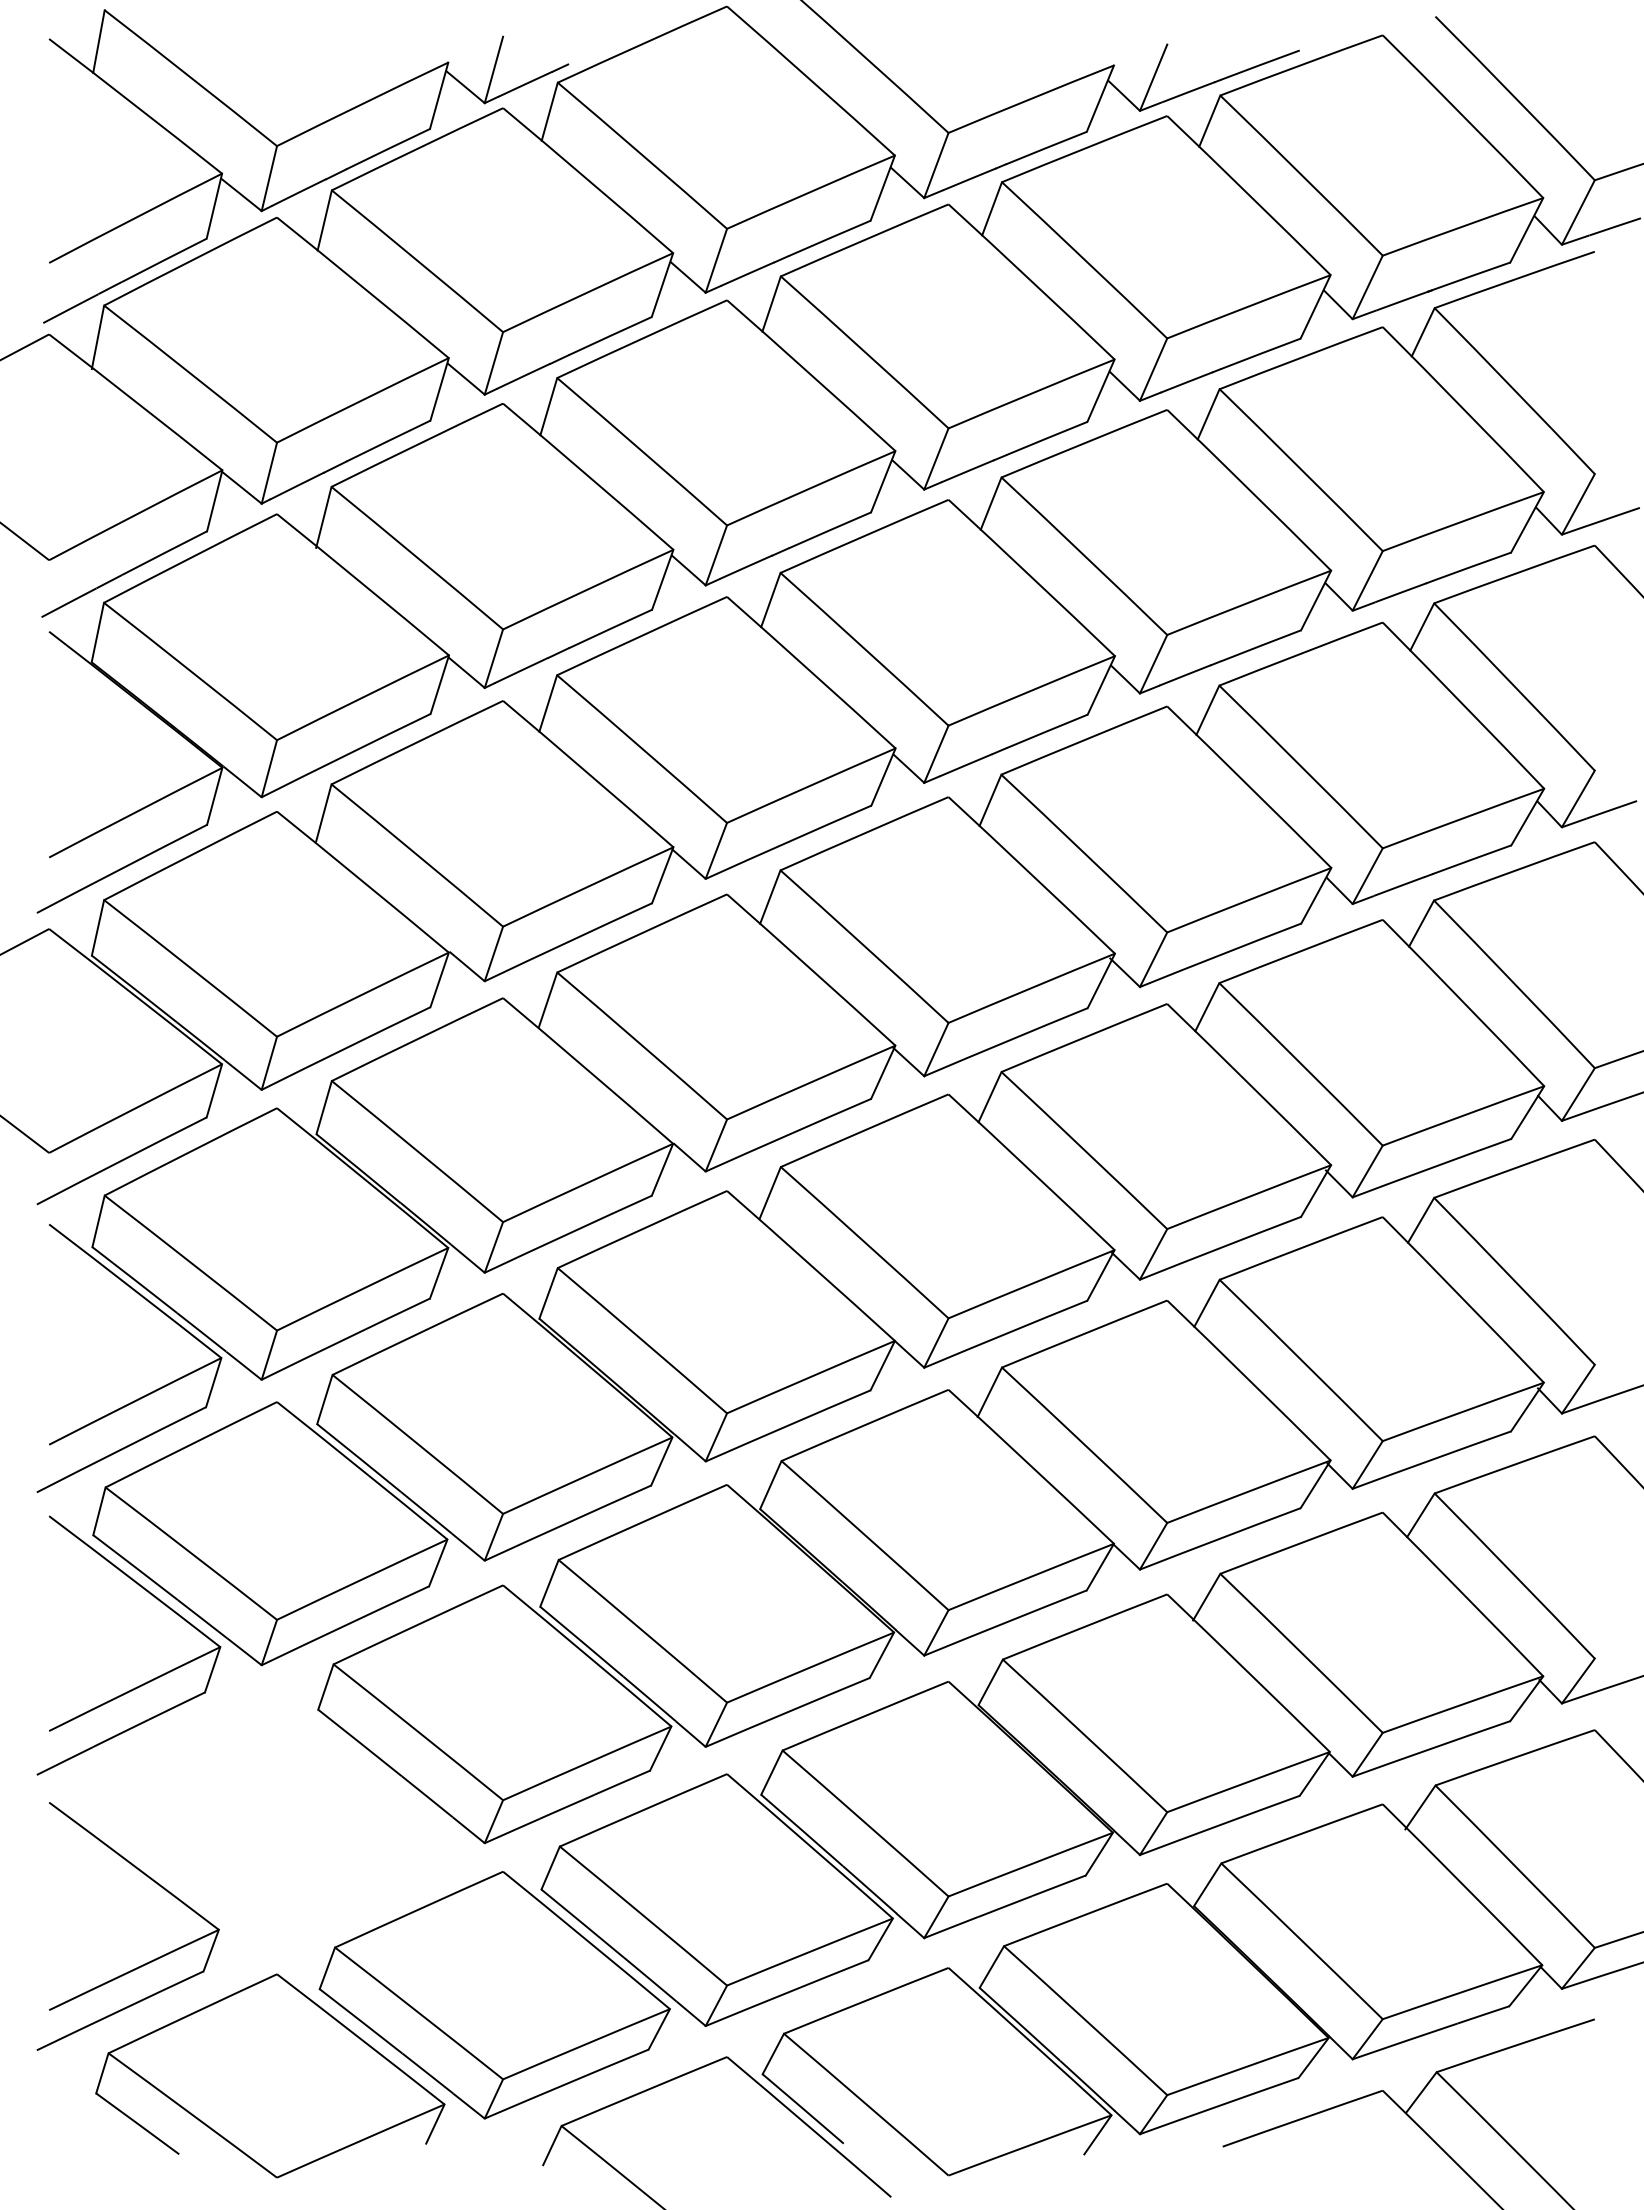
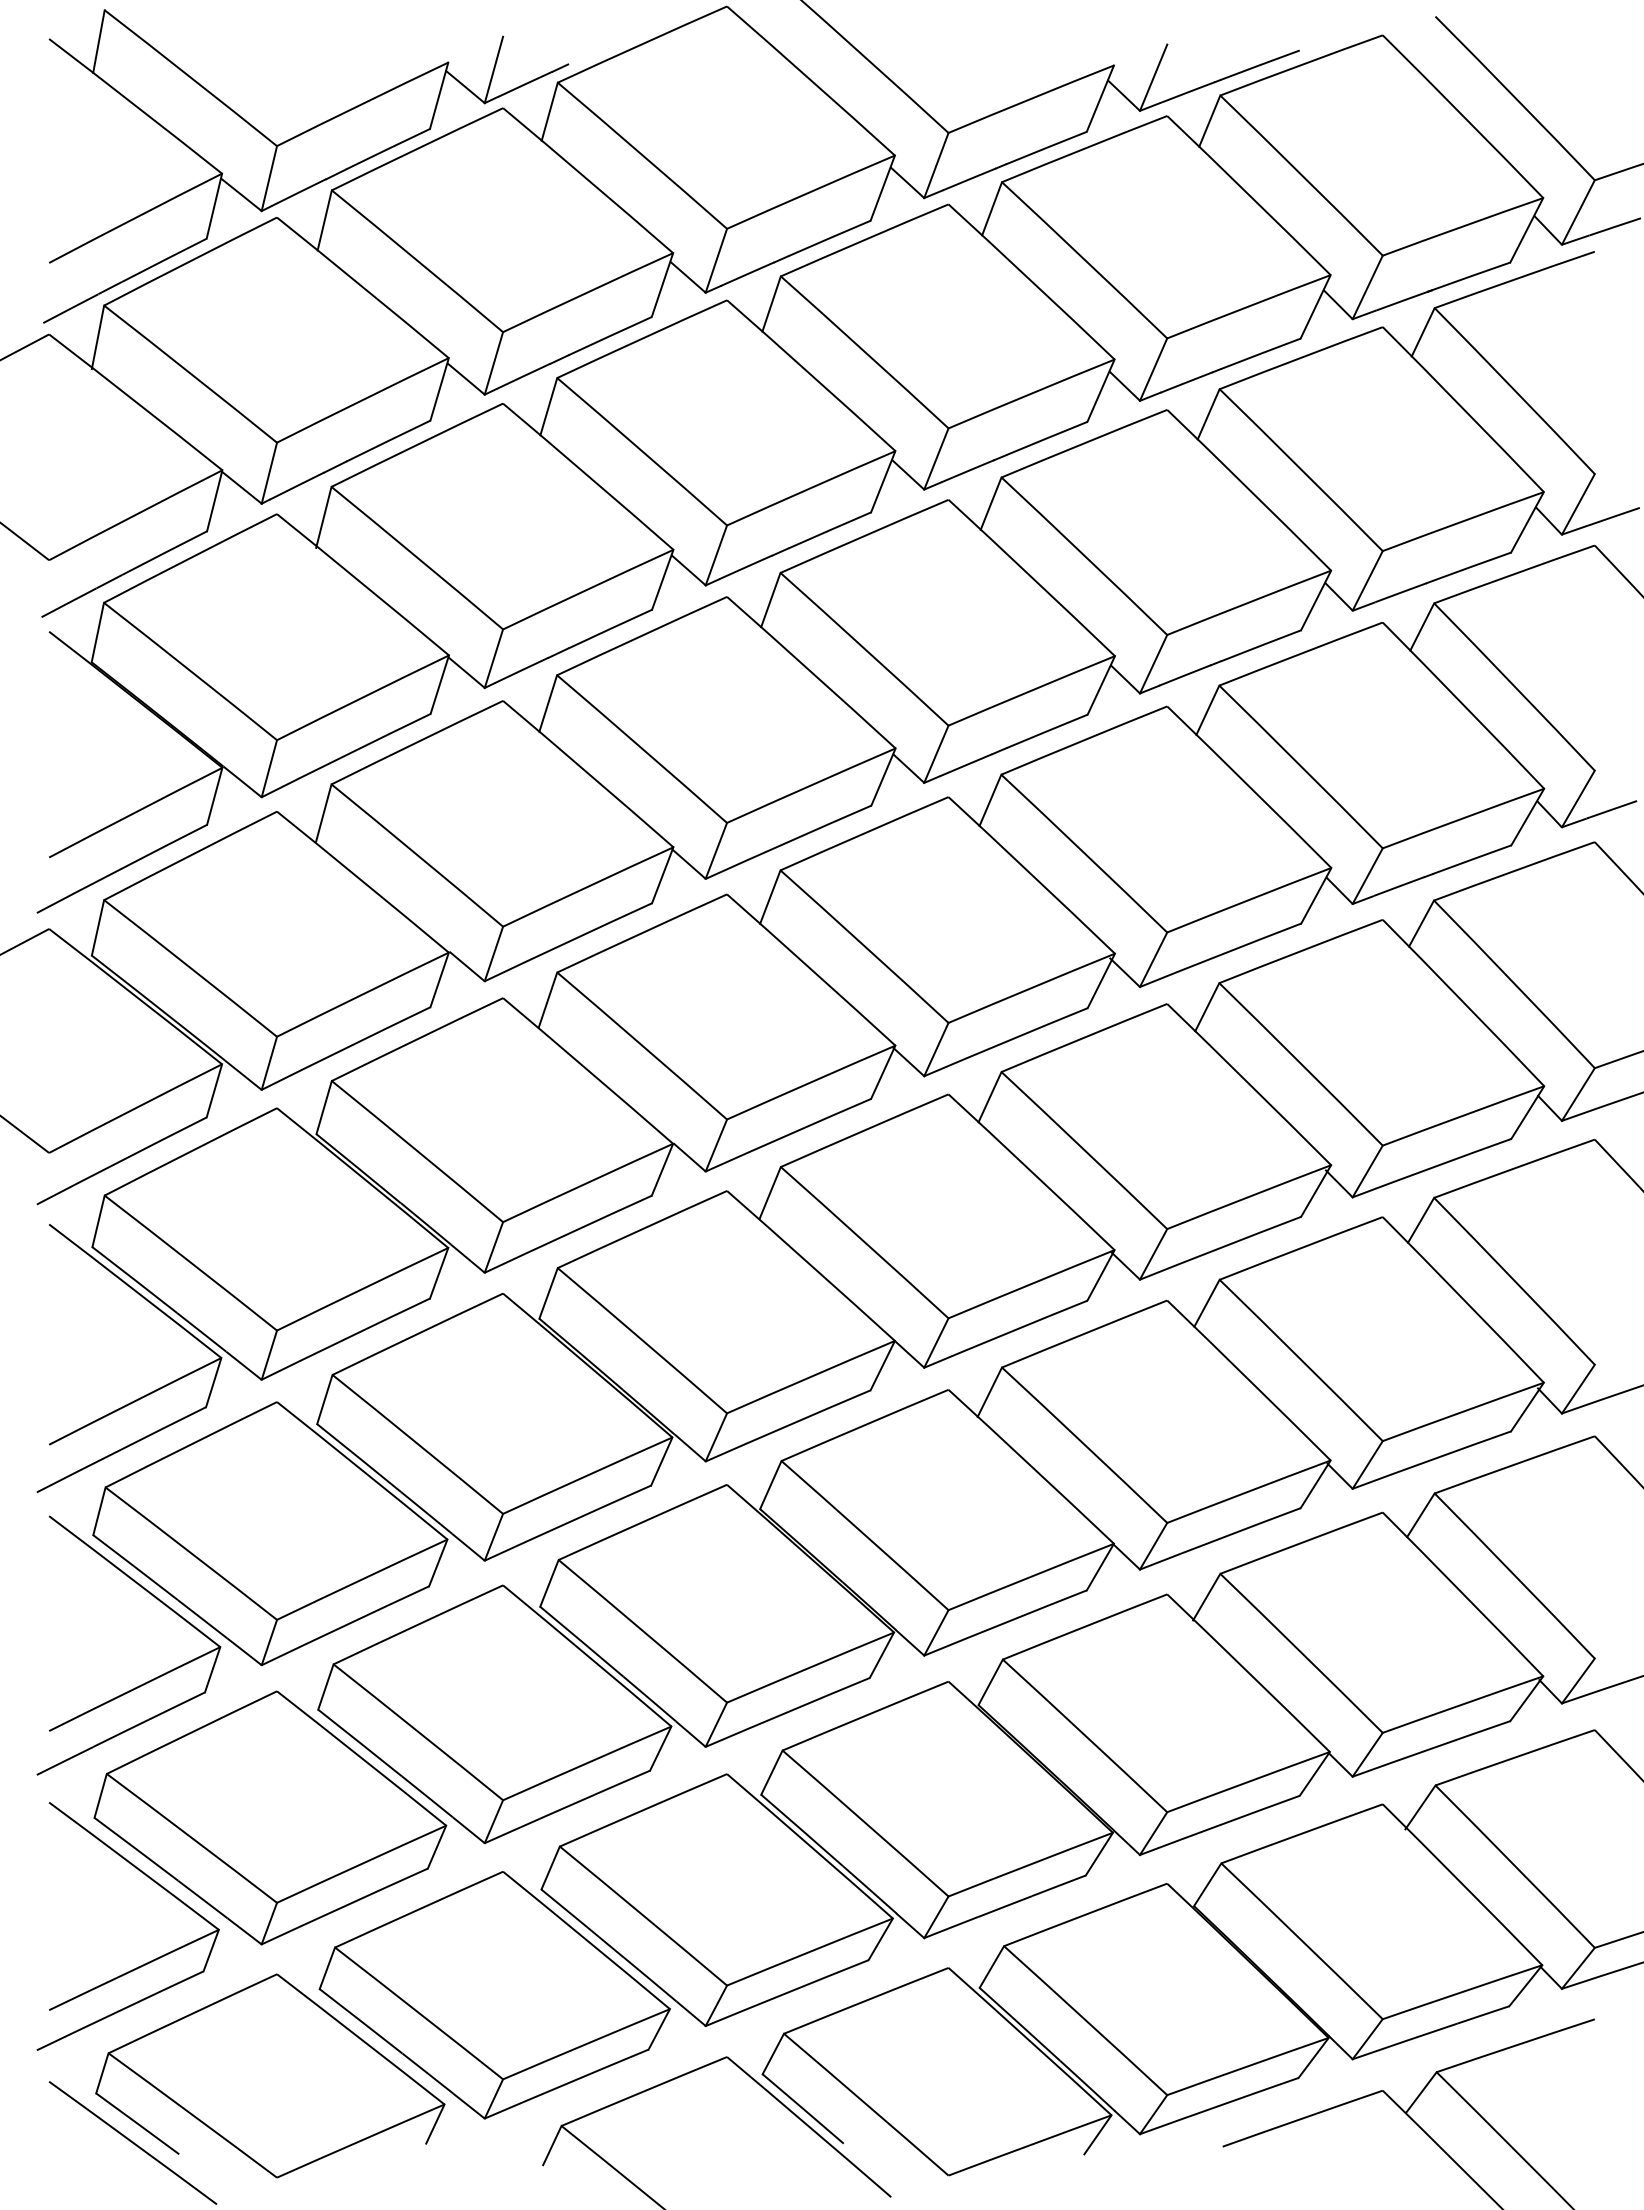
part at (270, 1817): none -> present
line at (132, 2142): none -> present
